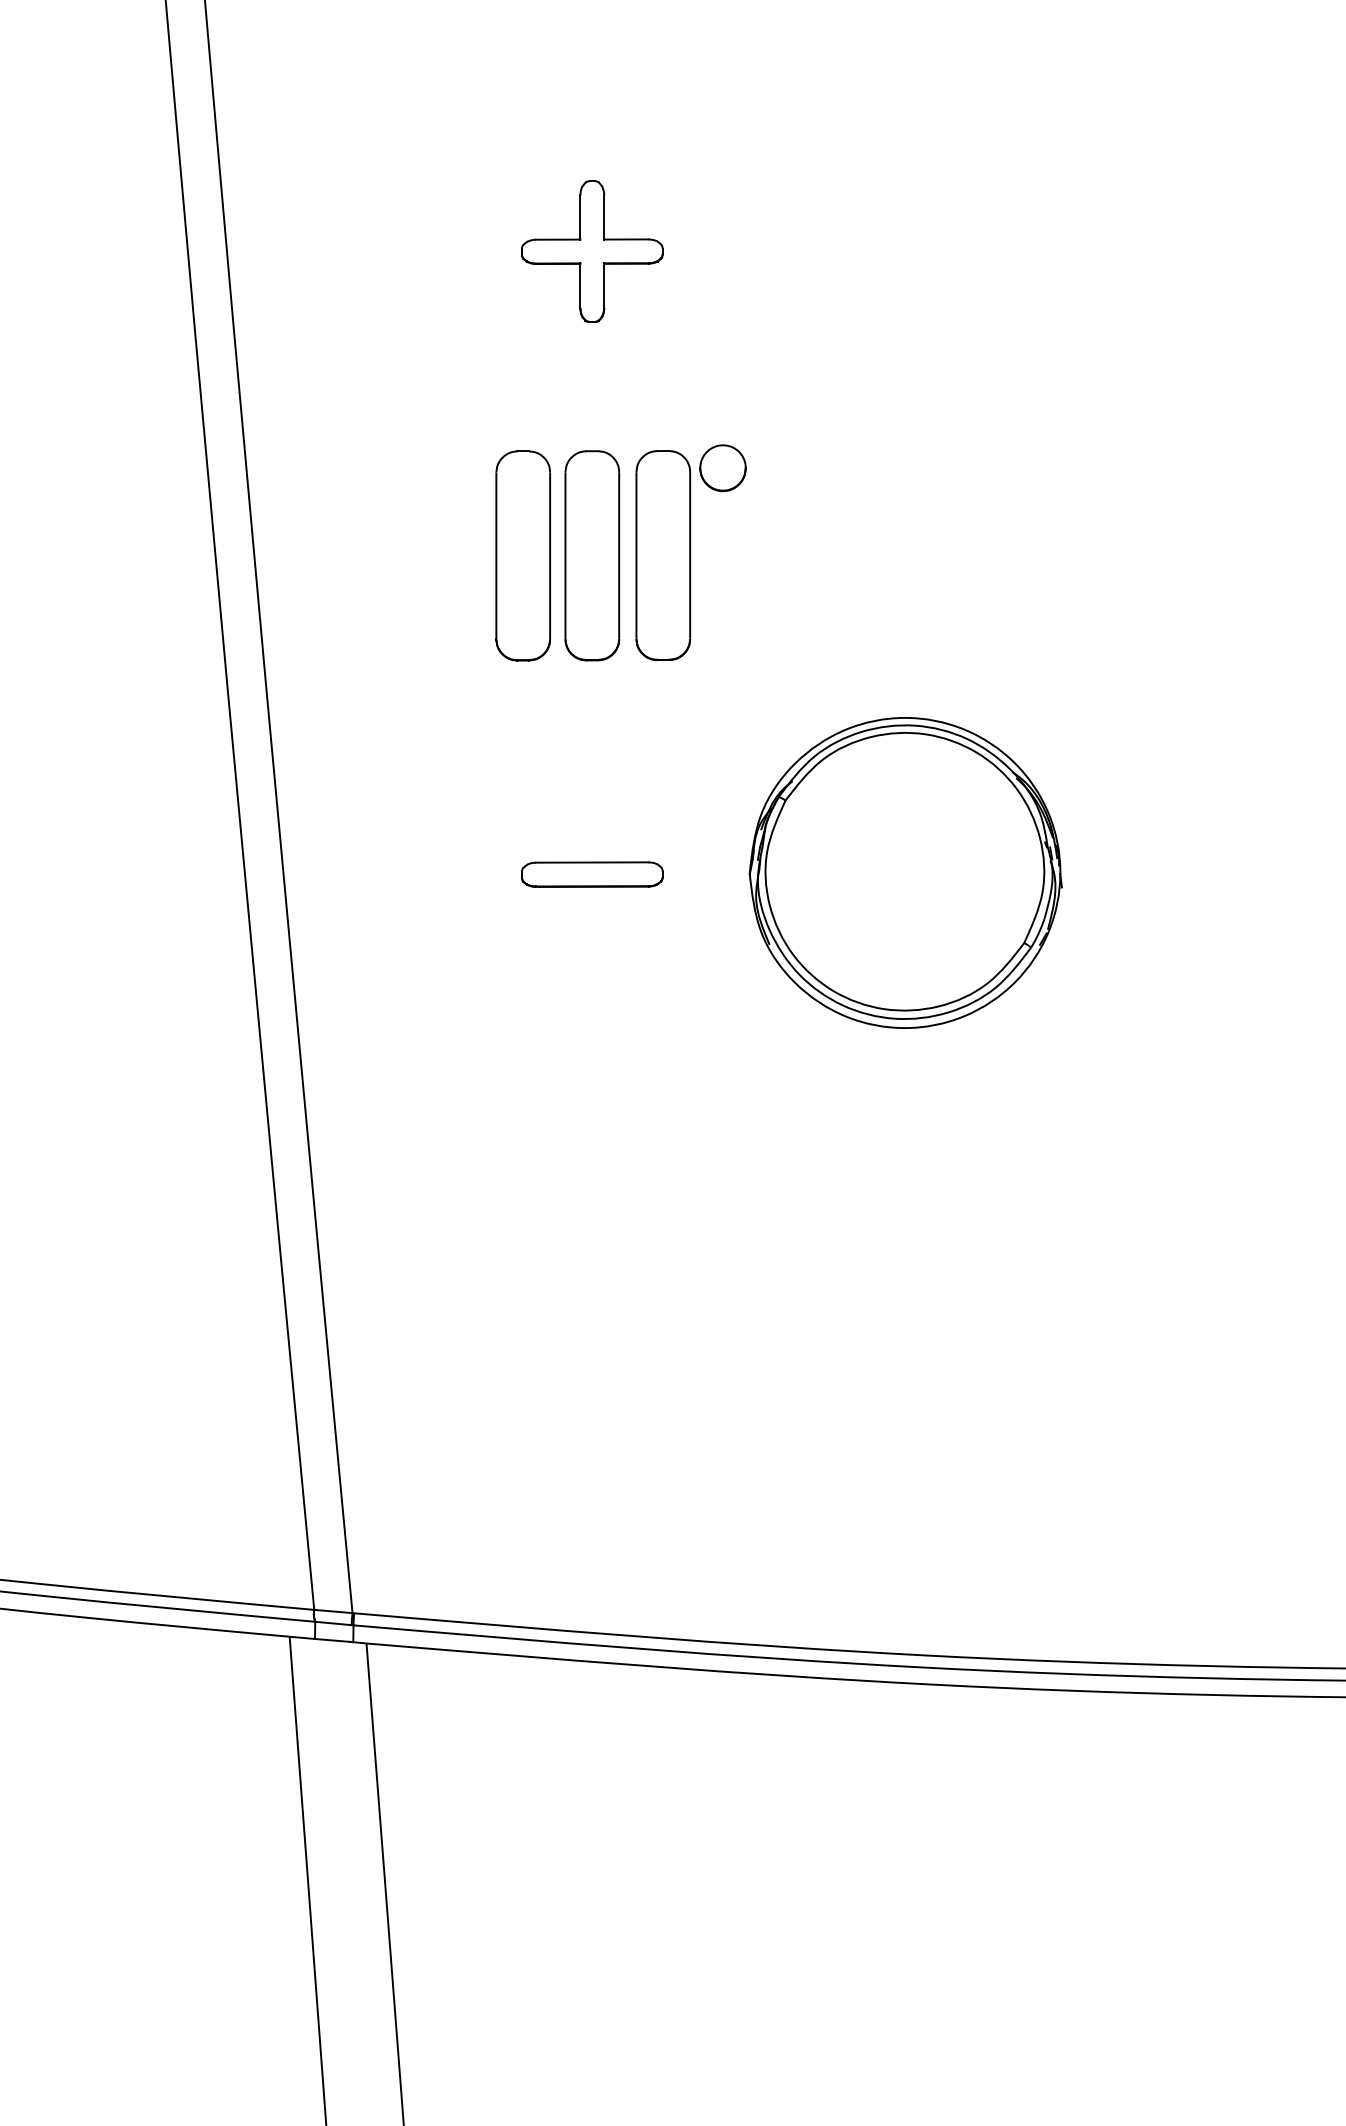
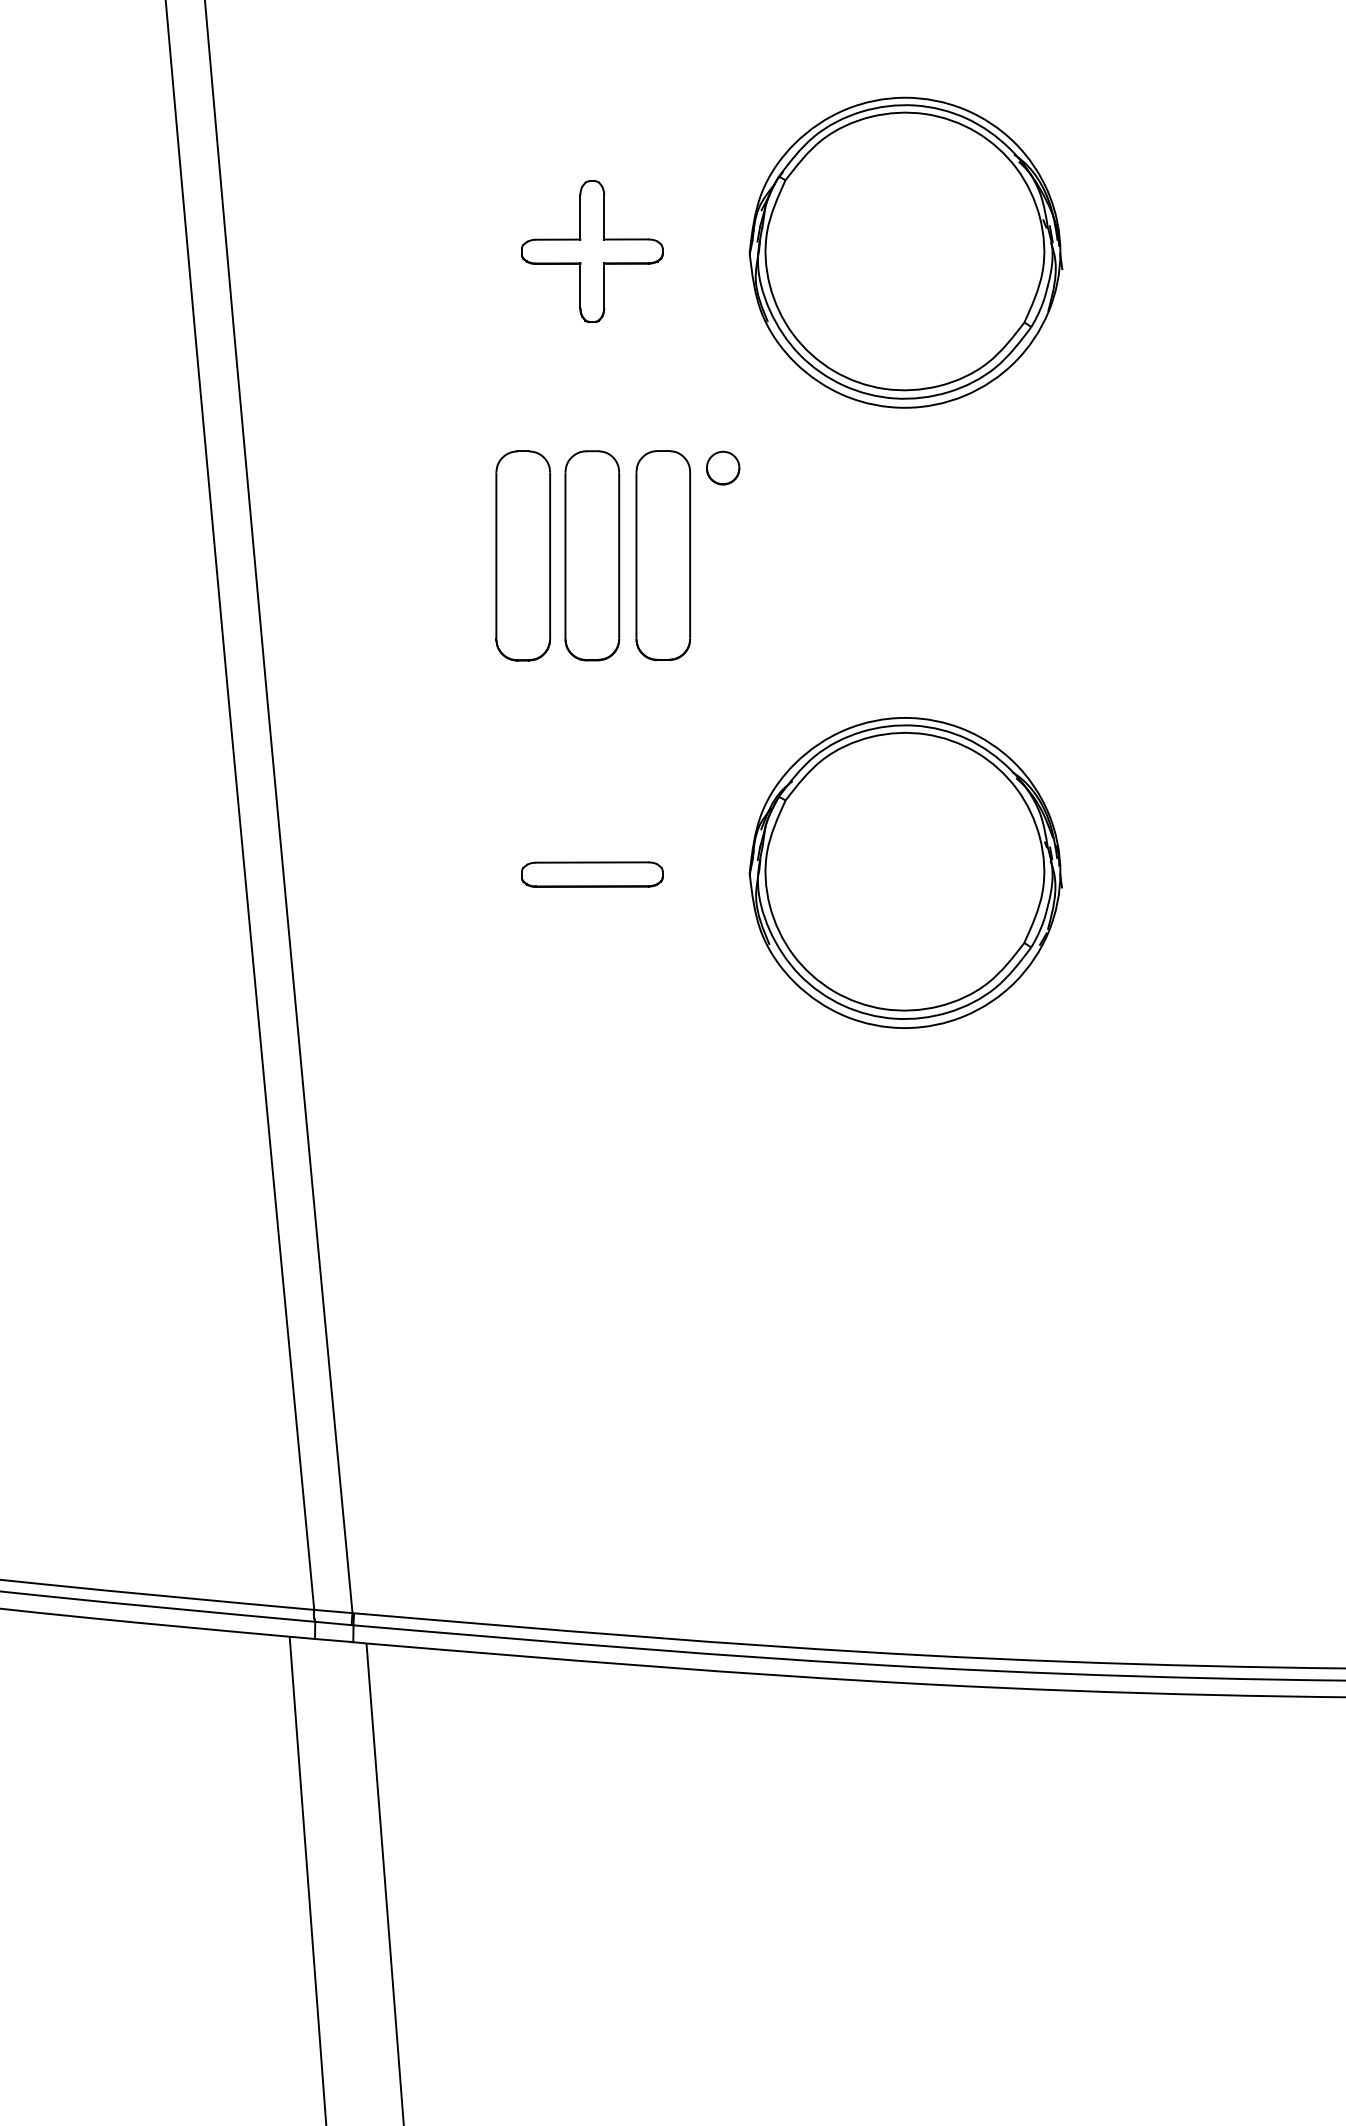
part at (905, 252): none -> present
part at (722, 468) size: 48x49 px -> 35x36 px
